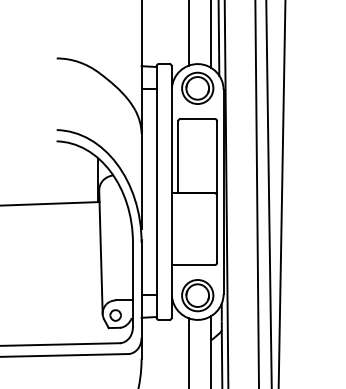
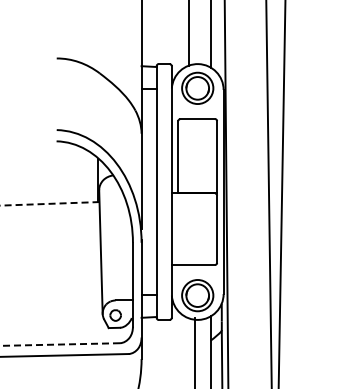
line at (218, 38): present -> none
line at (256, 193): present -> none
line at (49, 203): solid -> dashed
line at (60, 344): solid -> dashed
line at (189, 351) position: (189, 351) -> (195, 351)
